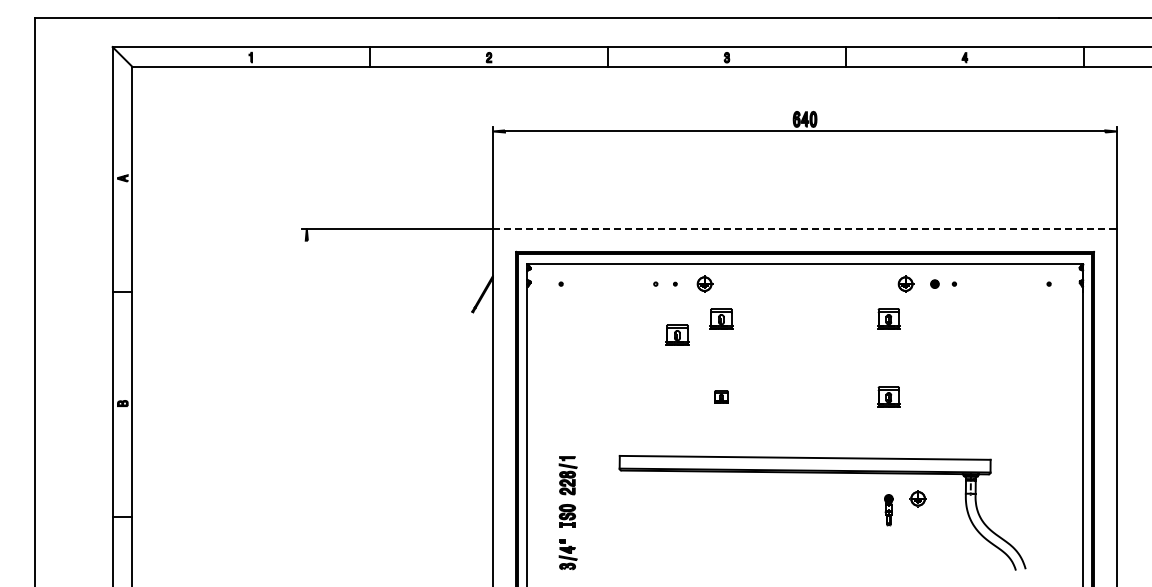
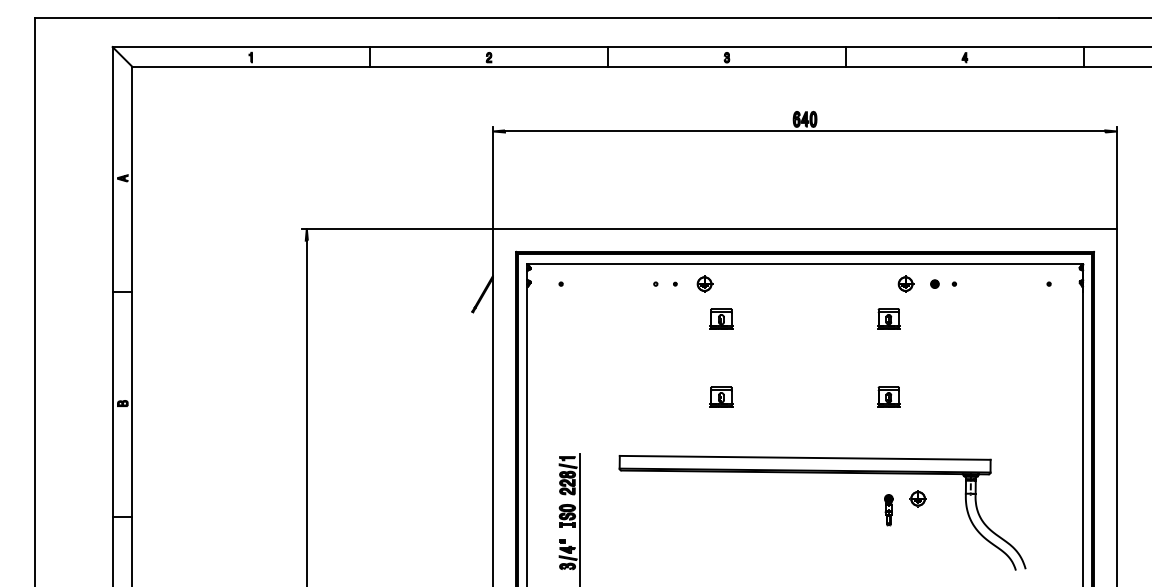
line at (805, 228): dashed -> solid
part at (677, 334): present -> none
part at (721, 396) size: 15x14 px -> 25x22 px
line at (306, 411): none -> present
line at (579, 518): none -> present
